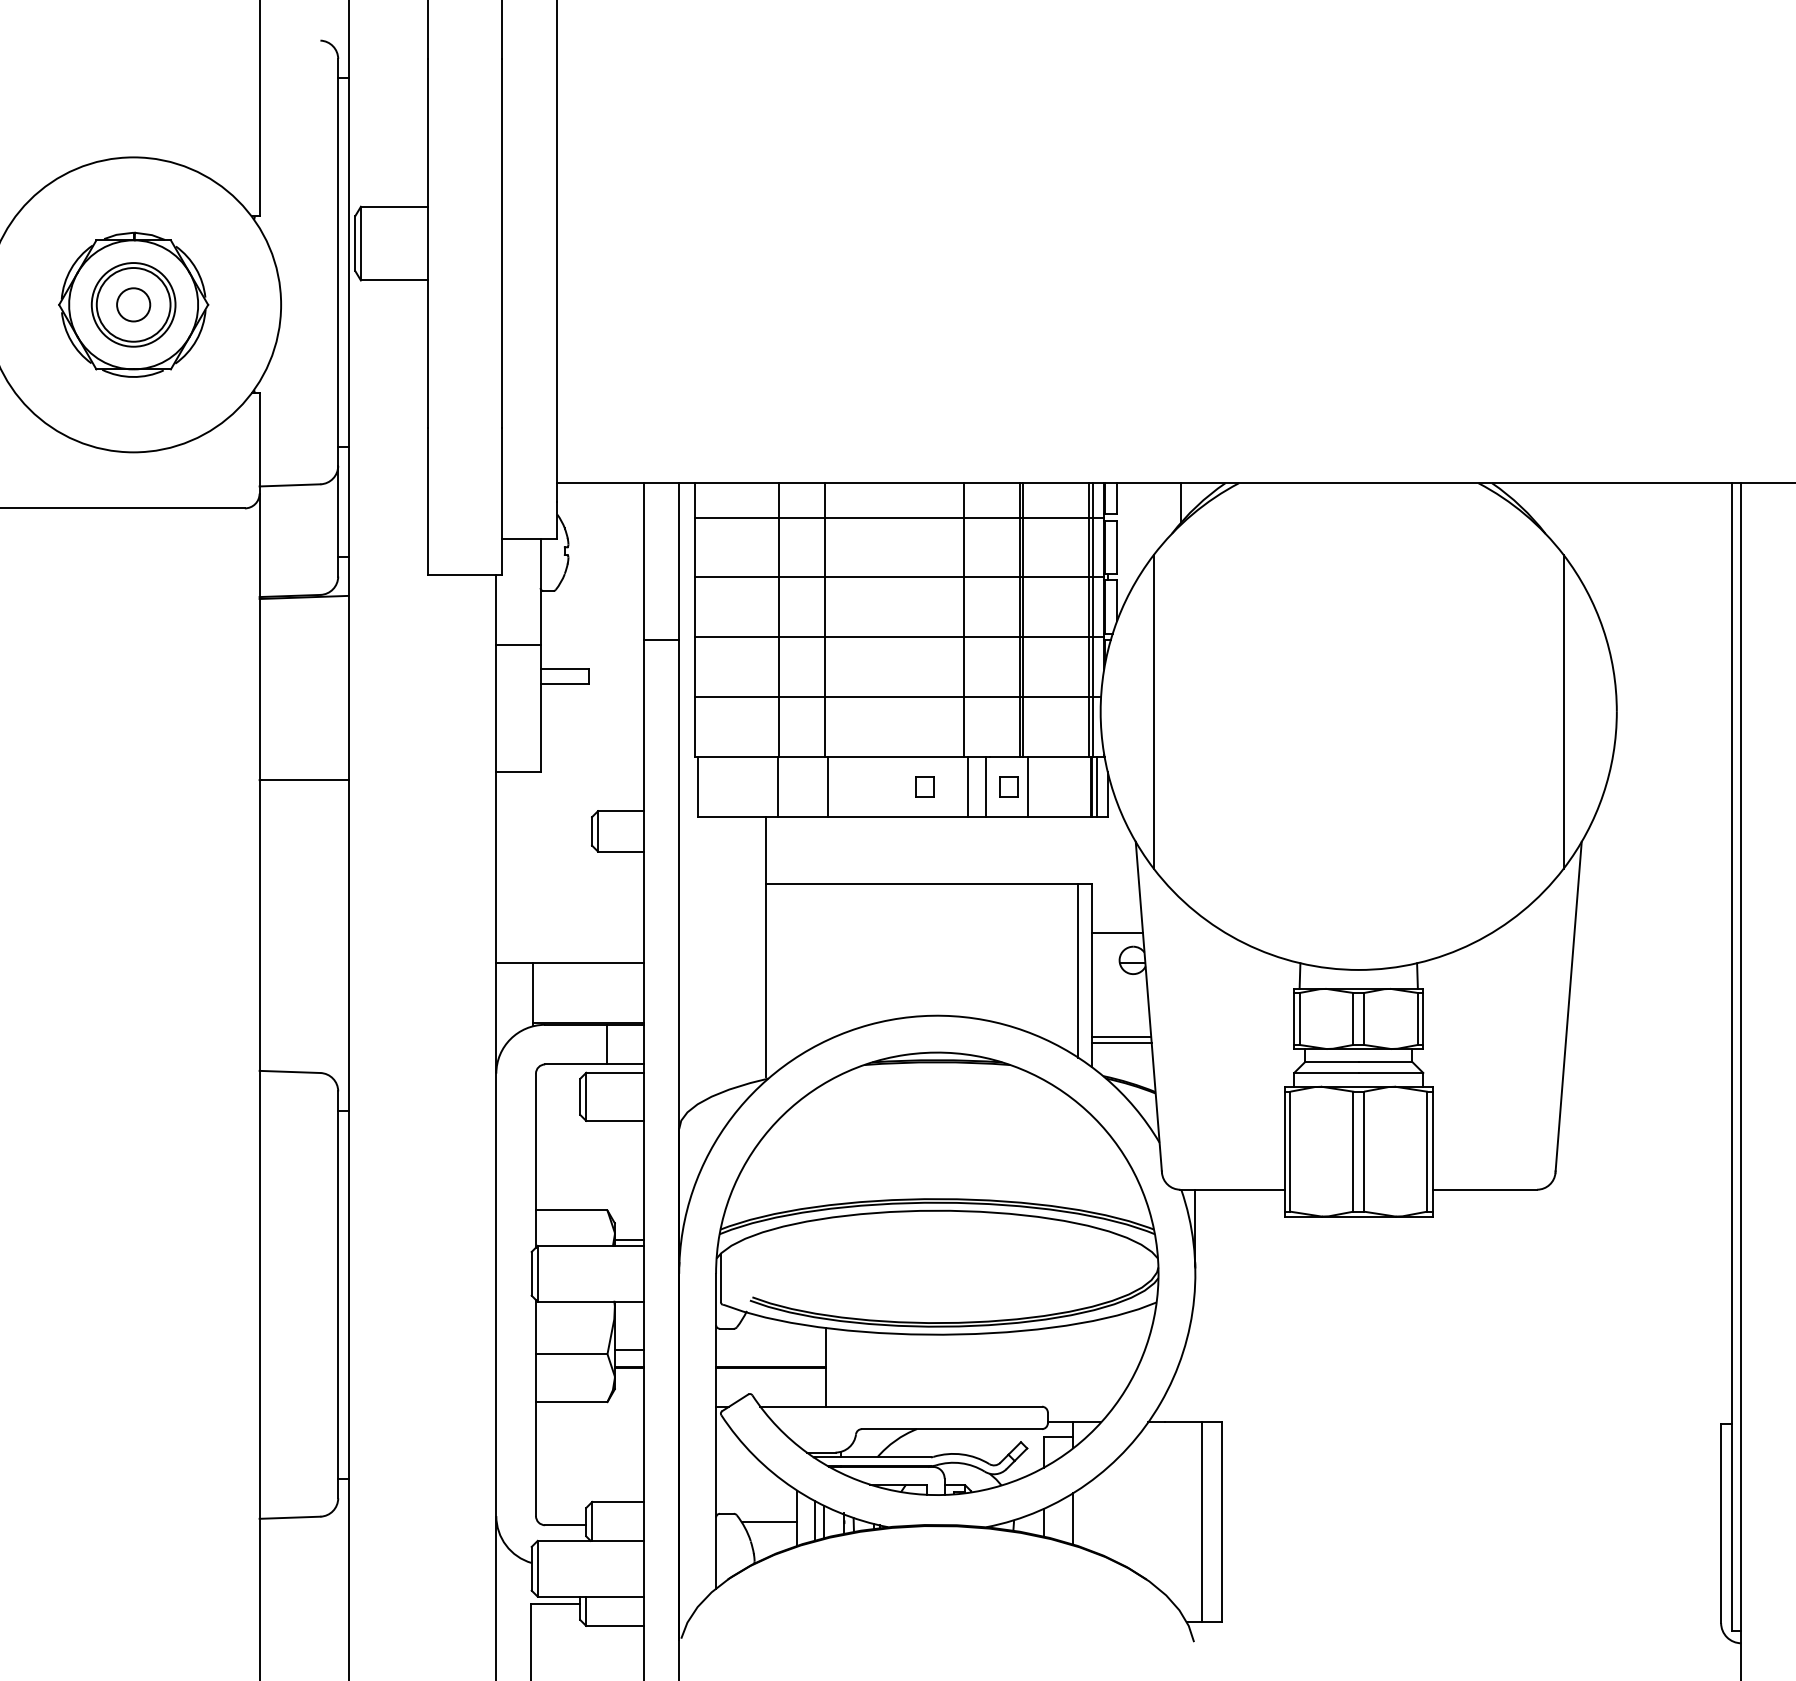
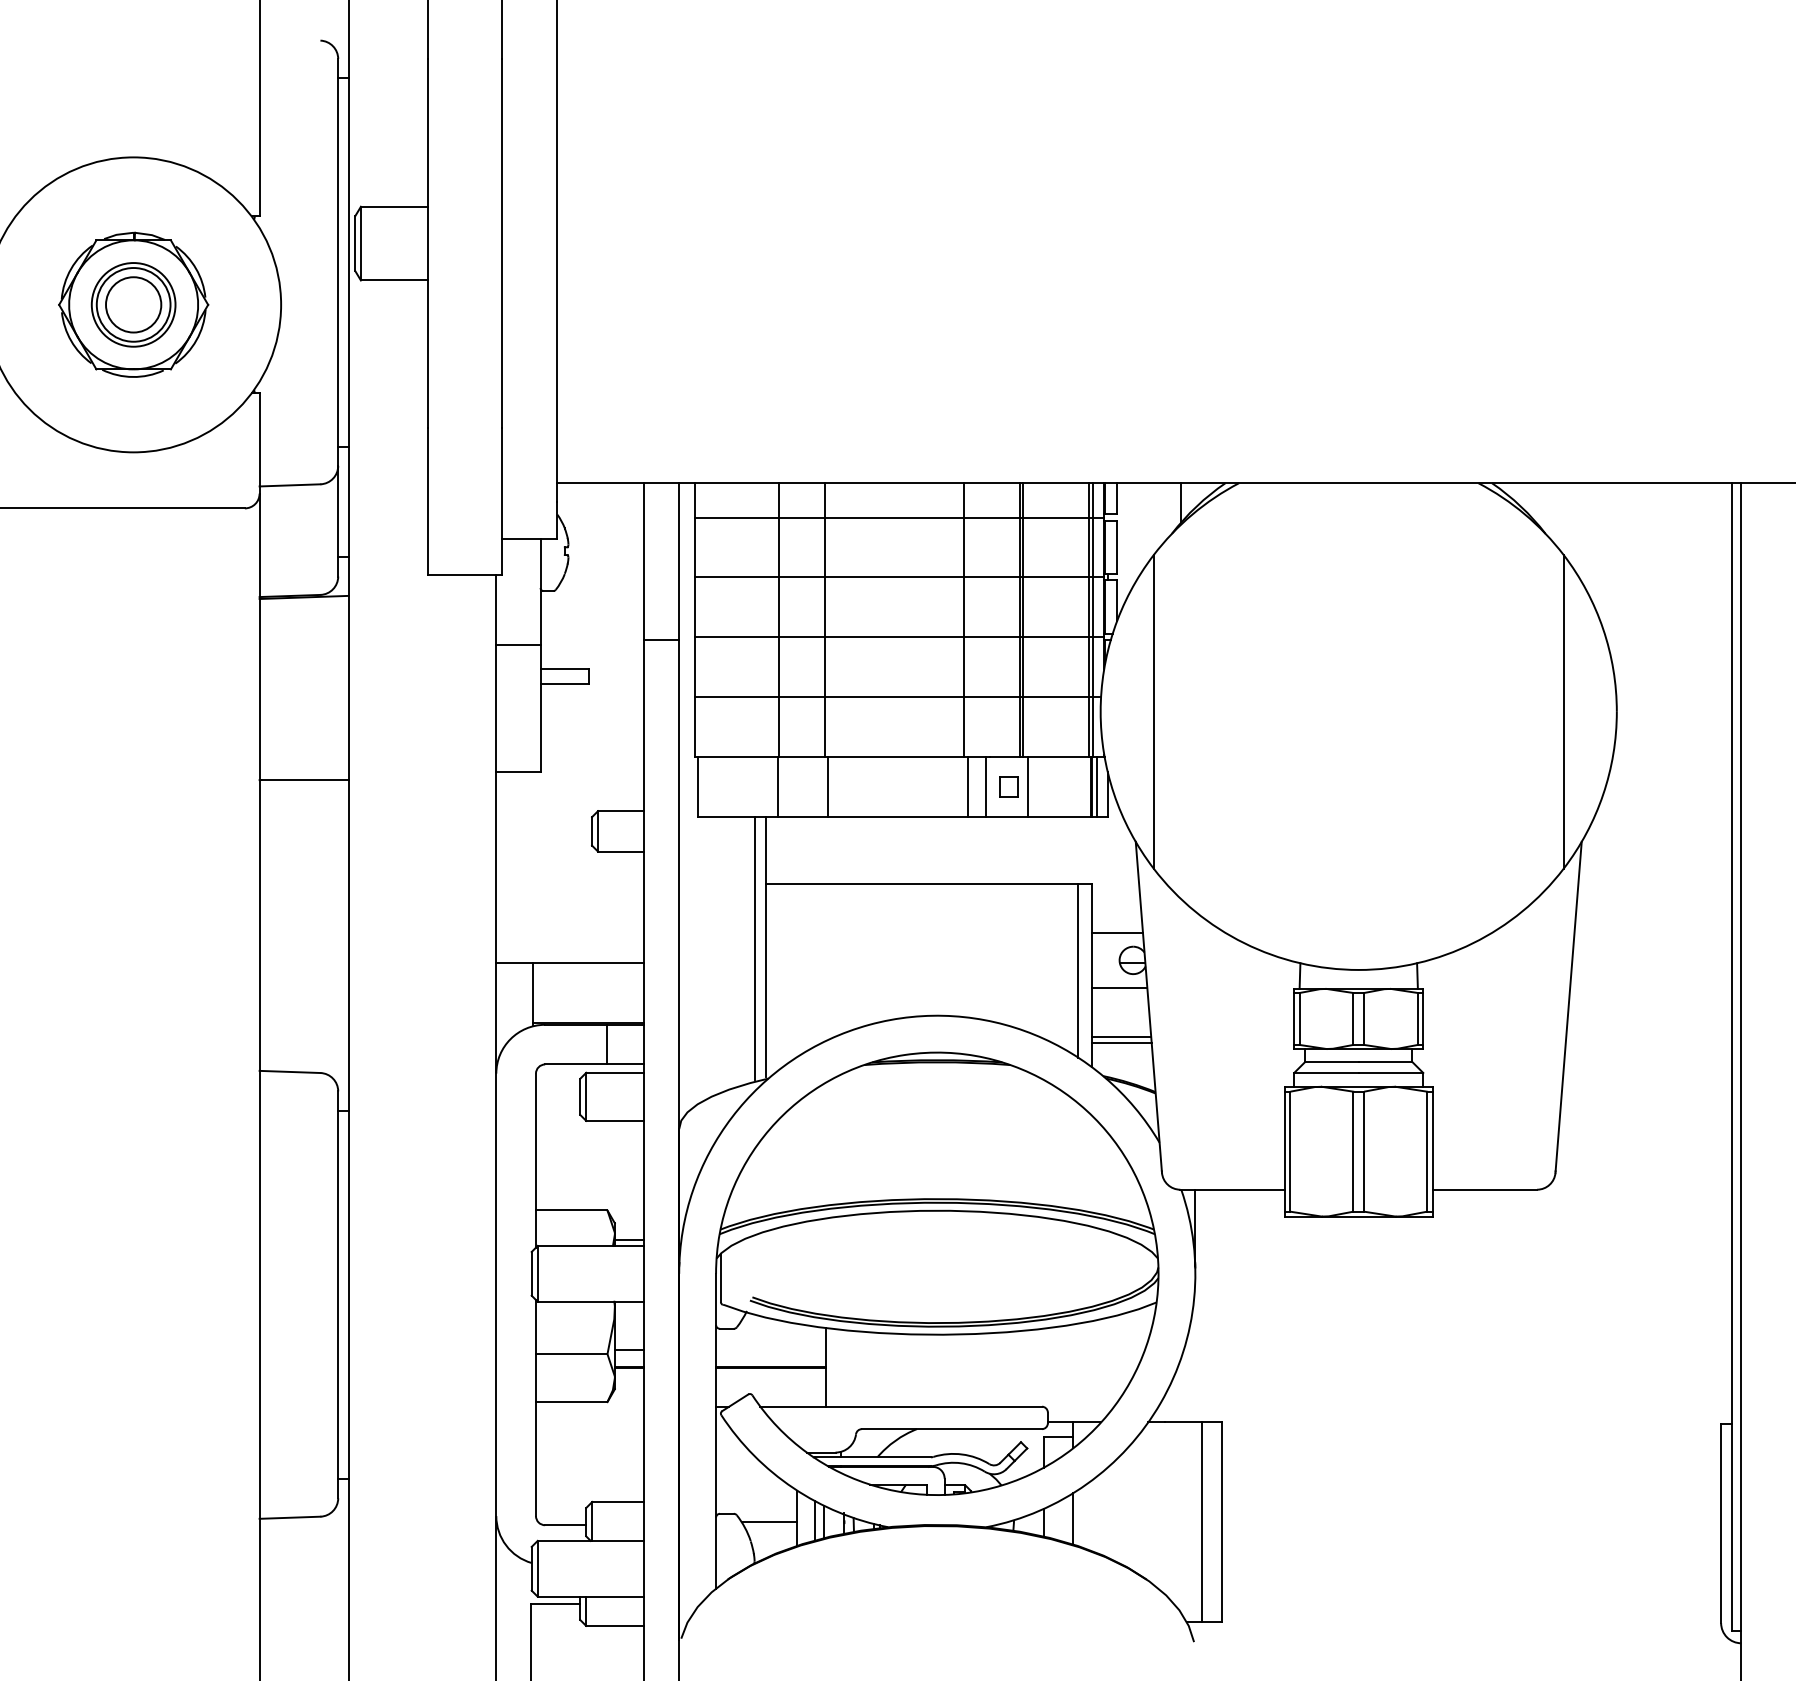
circle at (133, 304) diameter: 33 px -> 55 px
part at (924, 786): present -> none
line at (754, 948): none -> present
line at (1119, 988): none -> present
